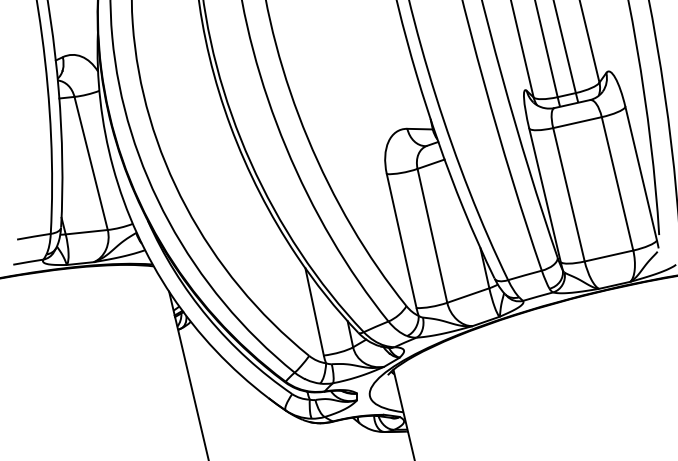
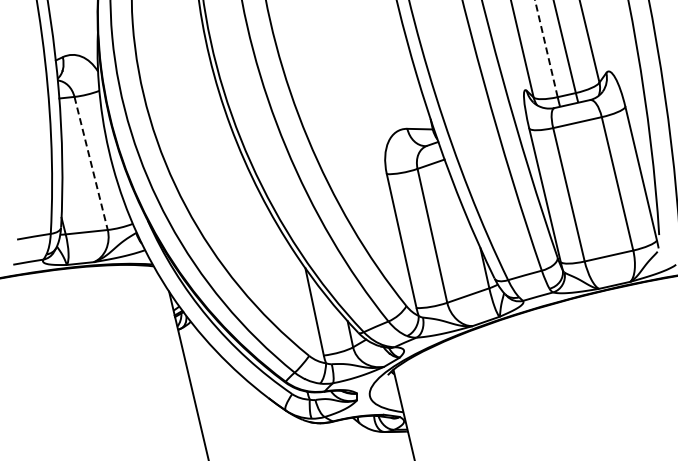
line at (546, 48): solid -> dashed
line at (91, 163): solid -> dashed
